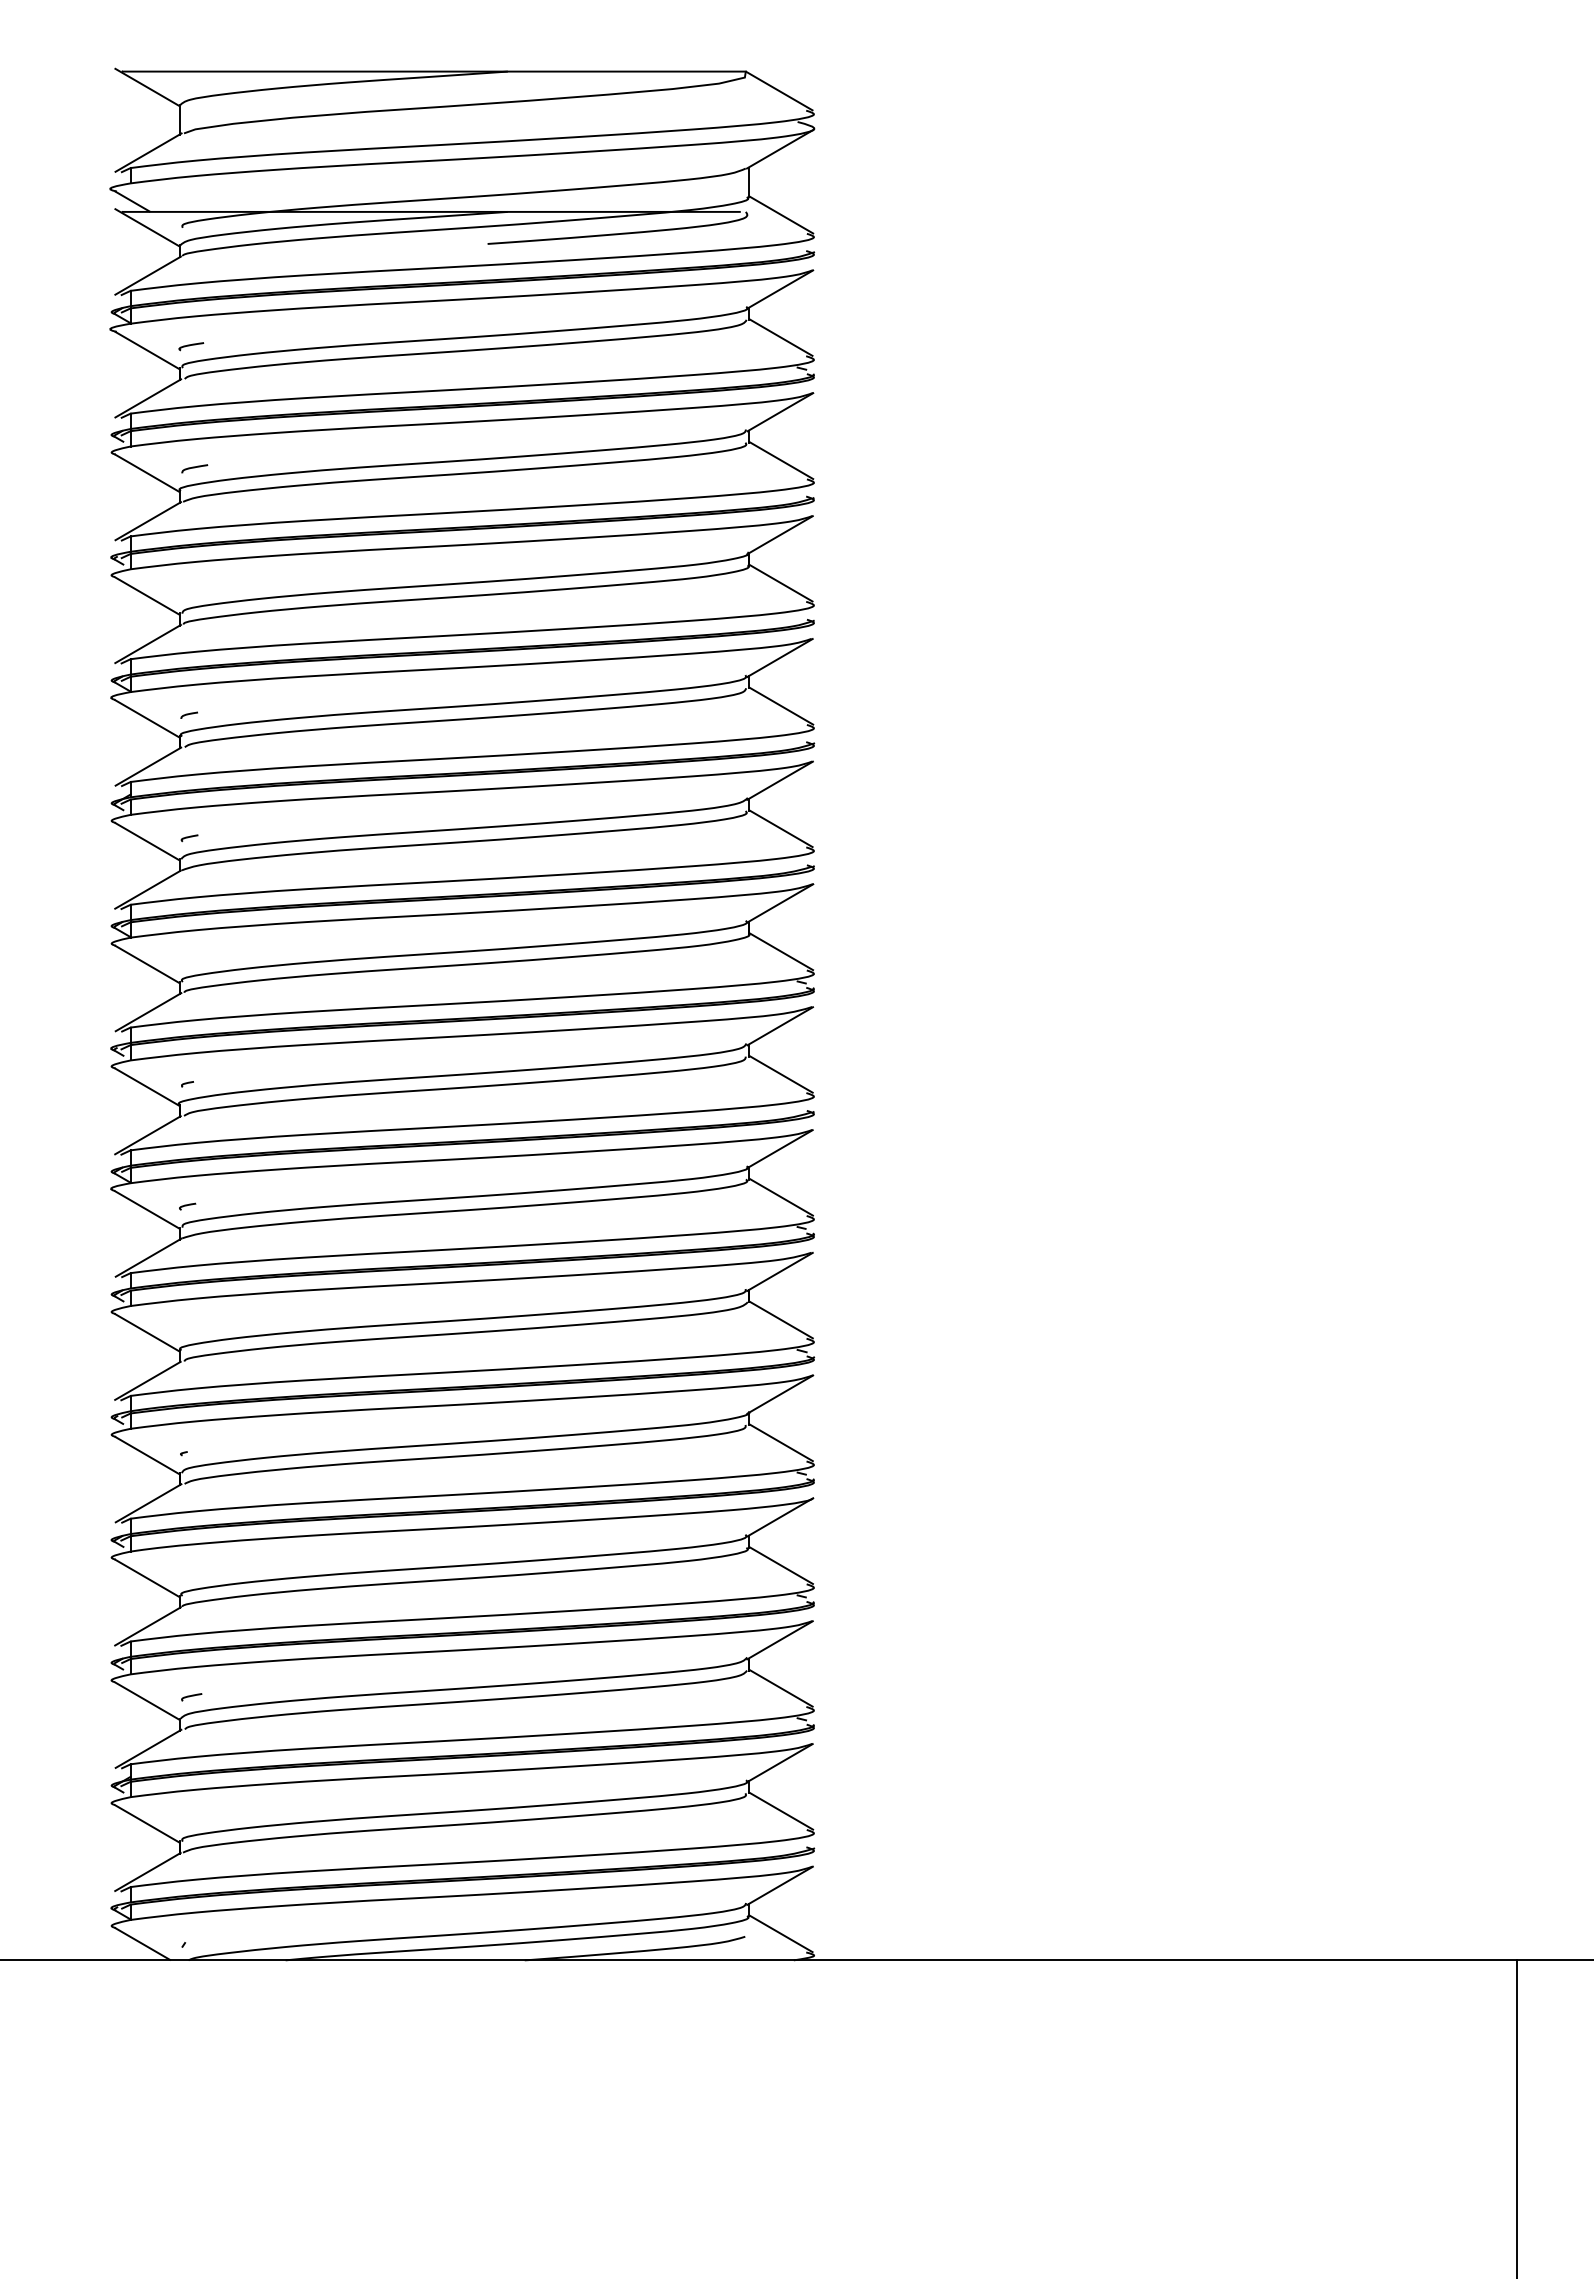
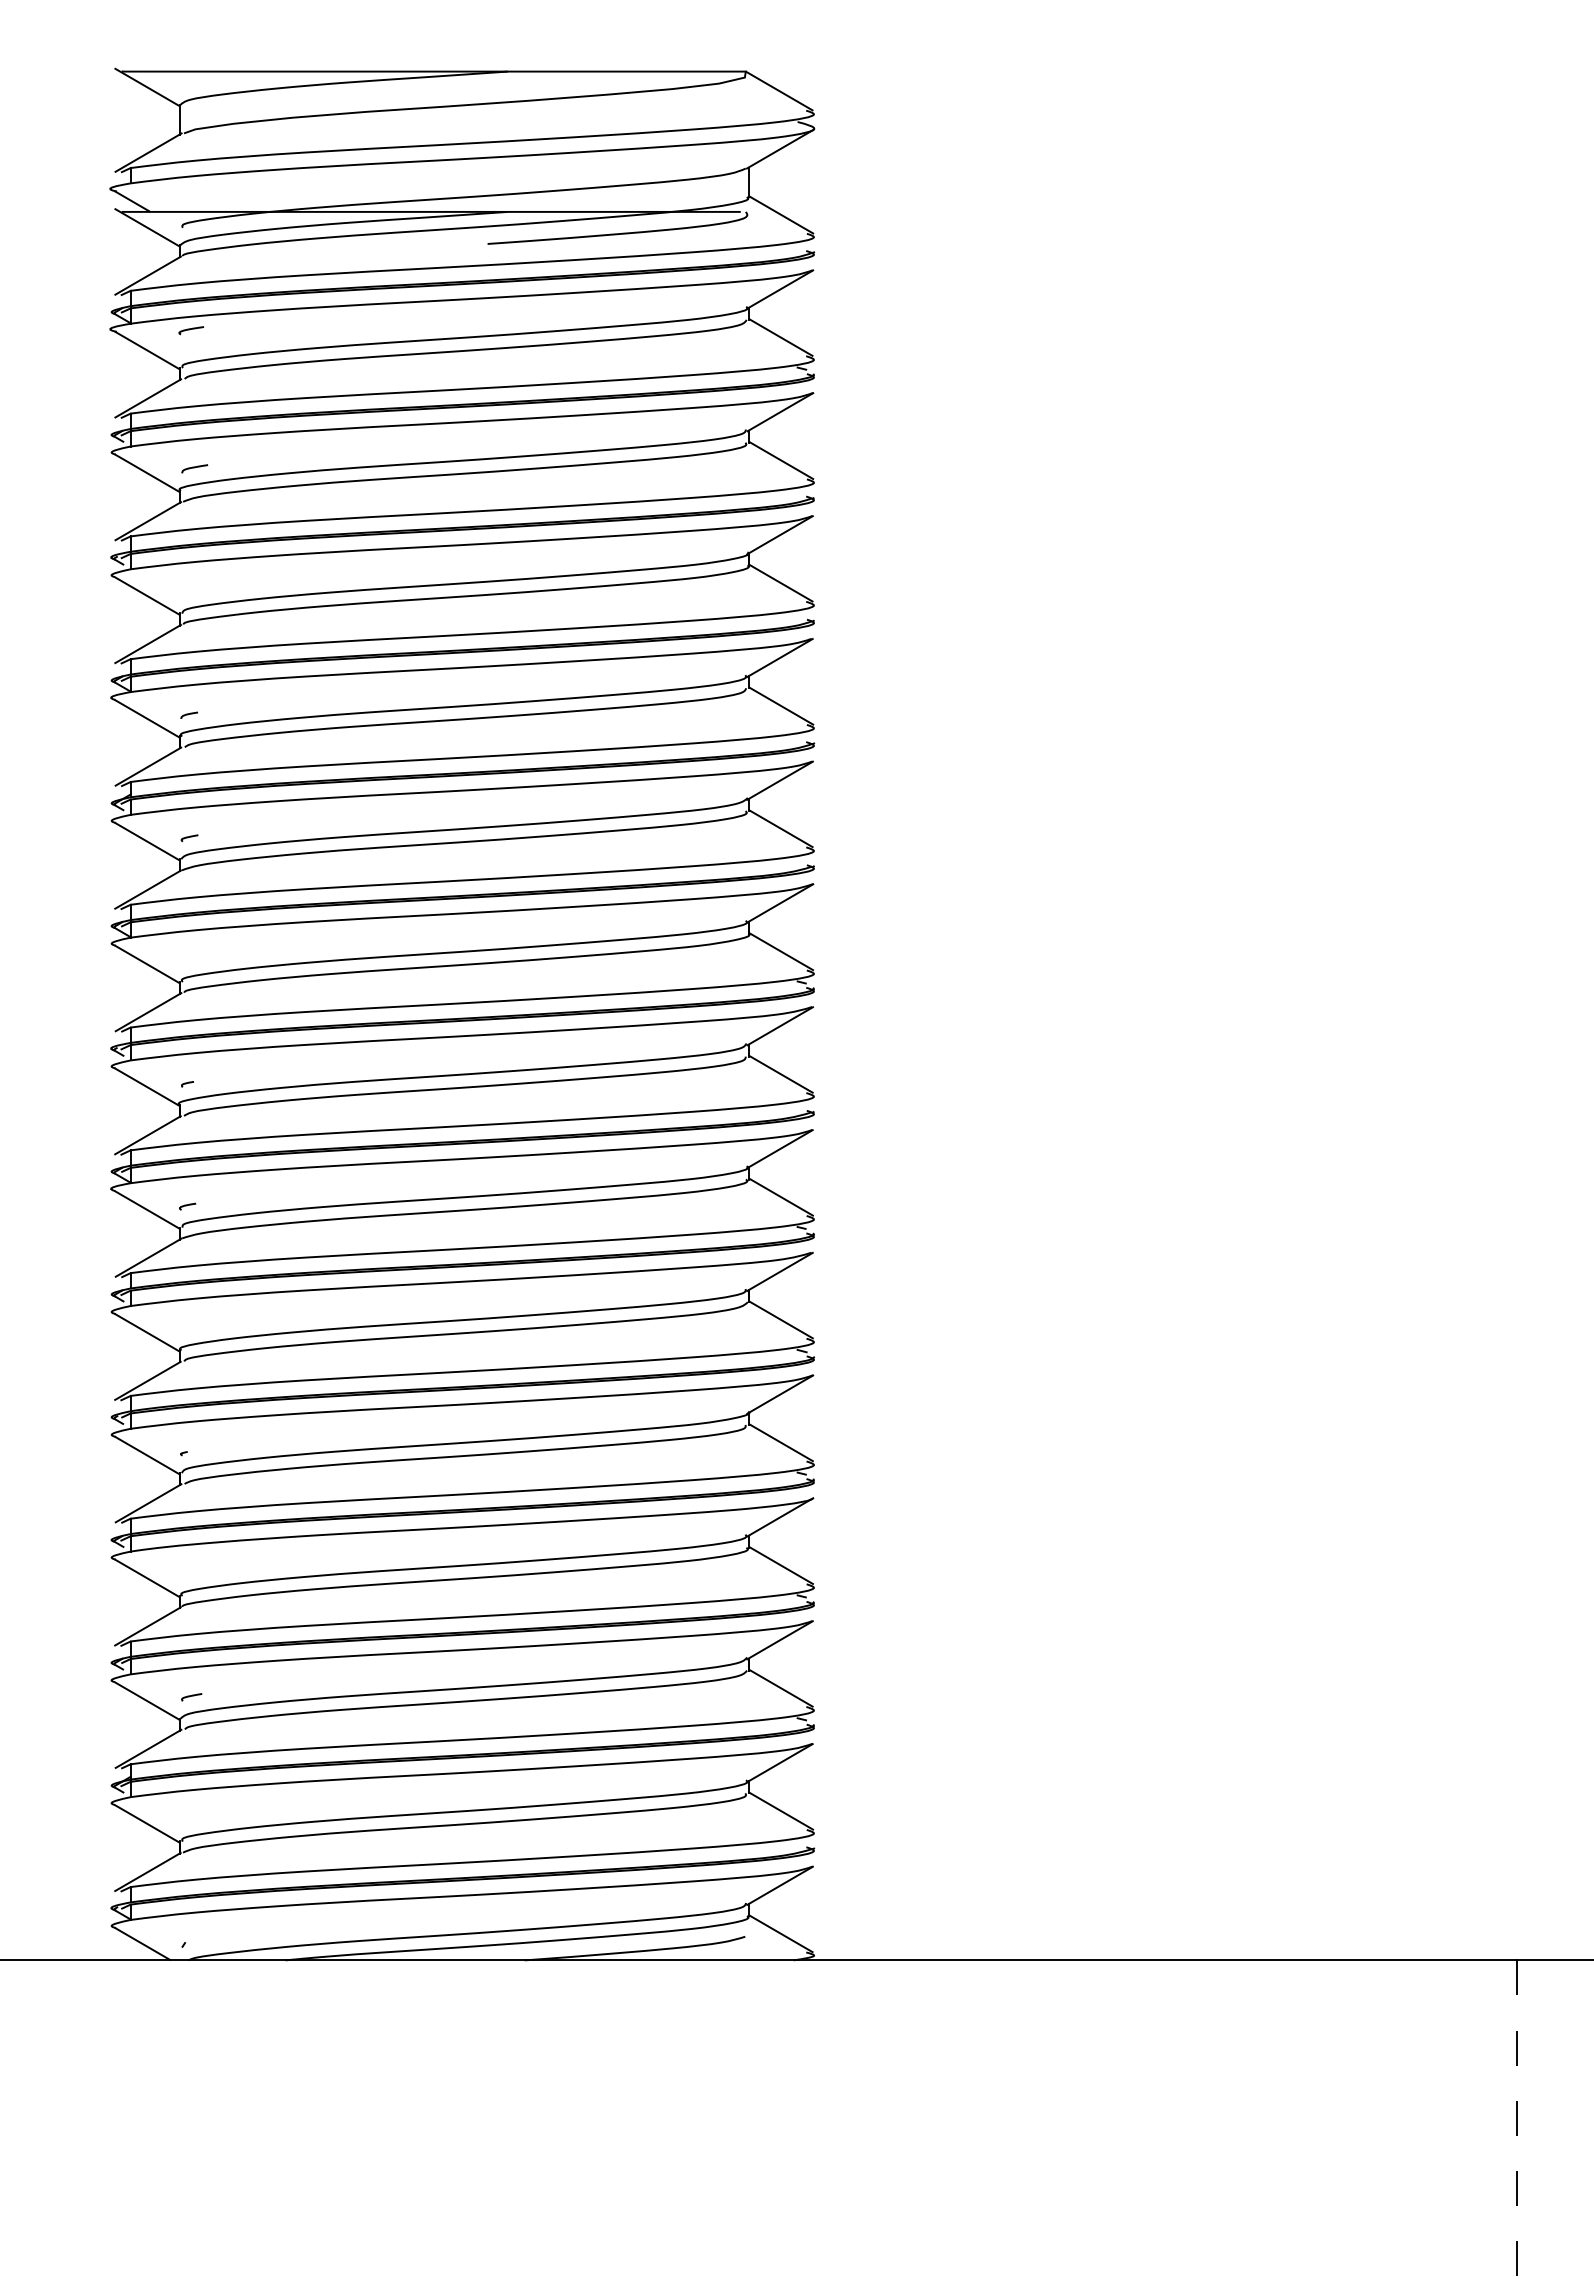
curve at (191, 345) position: (191, 345) -> (191, 329)
line at (1516, 2119): solid -> dashed
